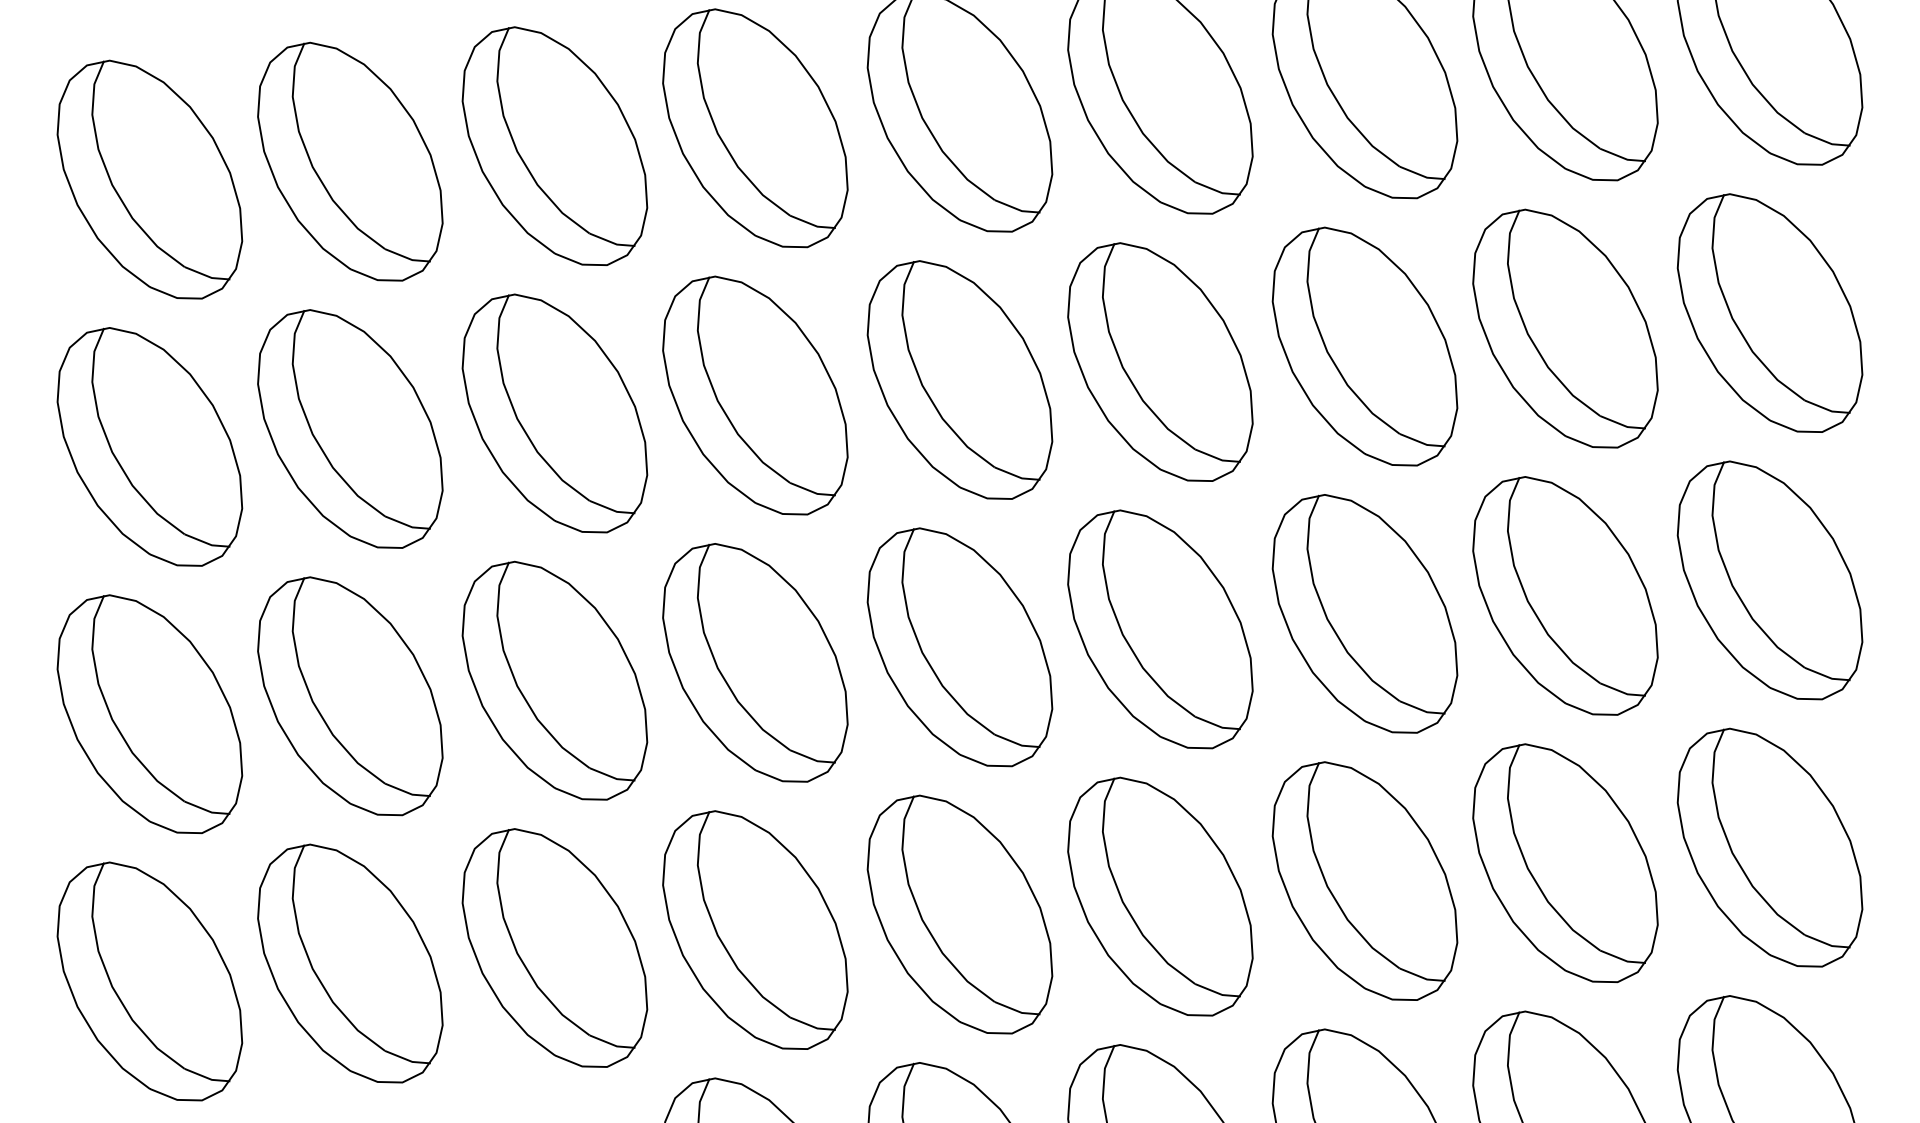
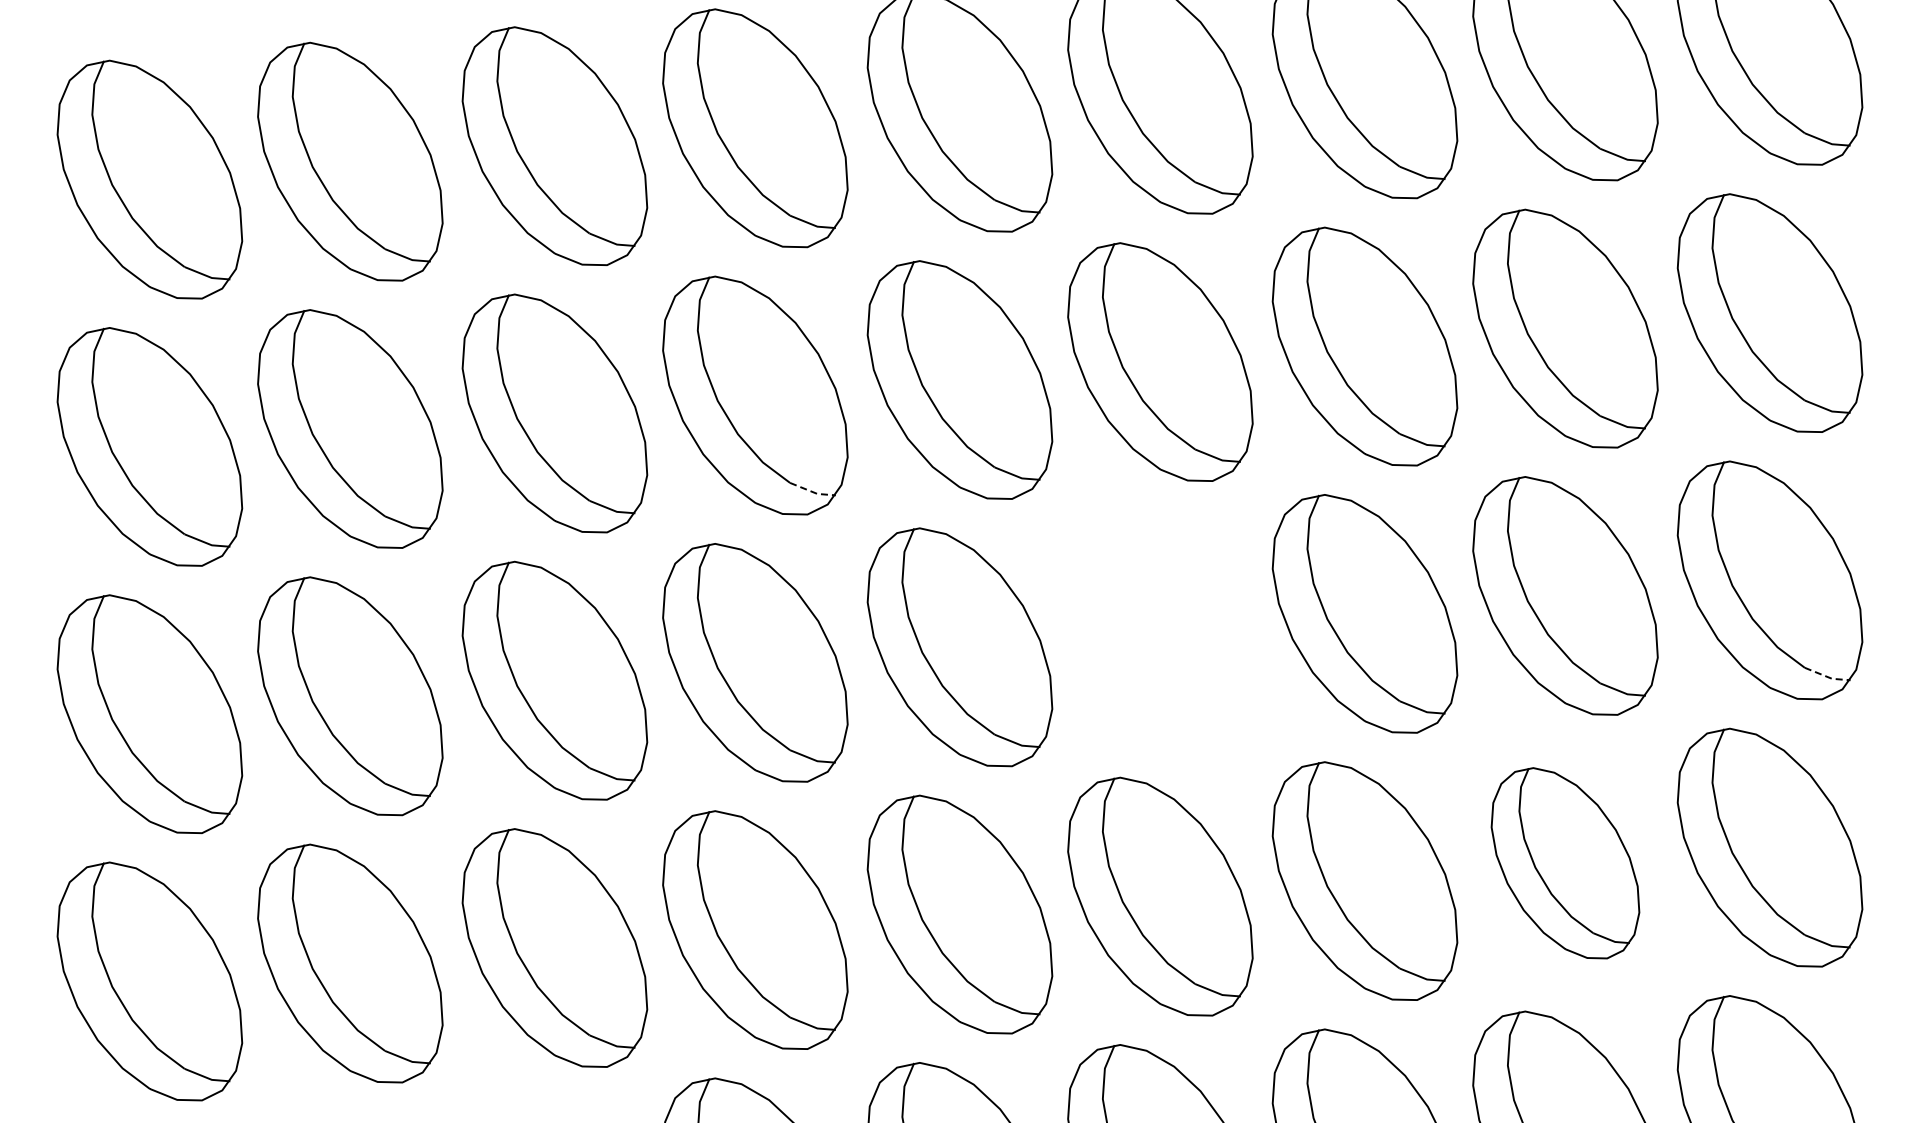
line at (812, 492): solid -> dashed
part at (1160, 629): present -> none
line at (1827, 676): solid -> dashed
part at (1565, 863) size: 187x241 px -> 151x193 px
